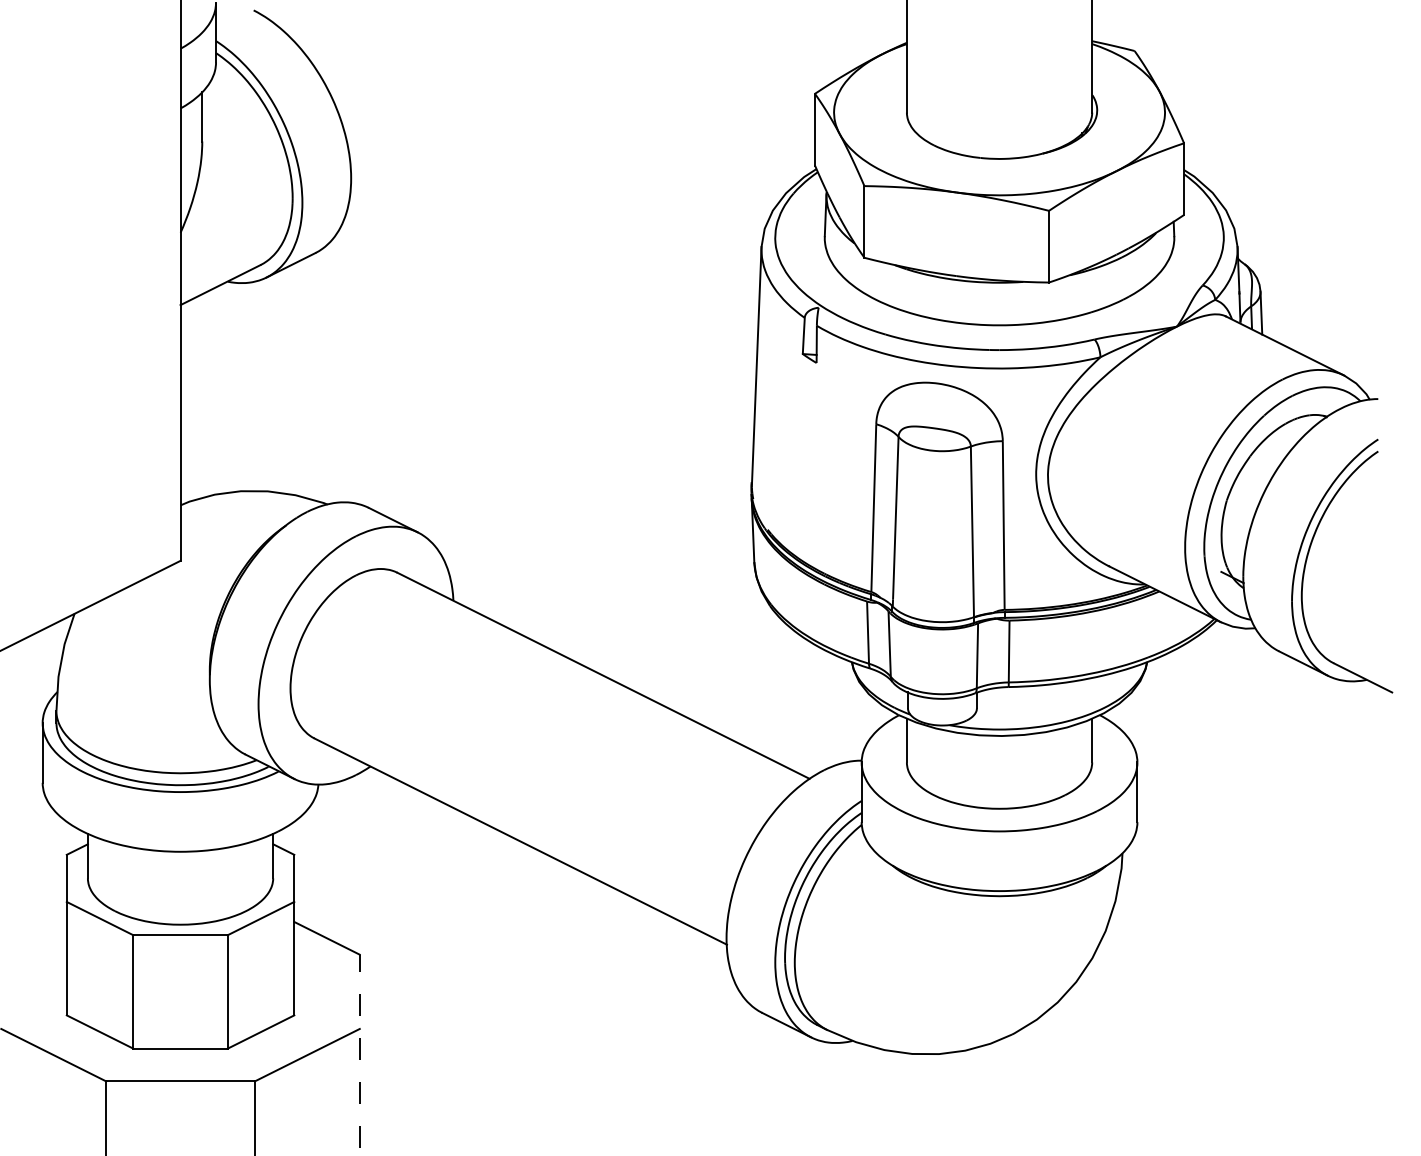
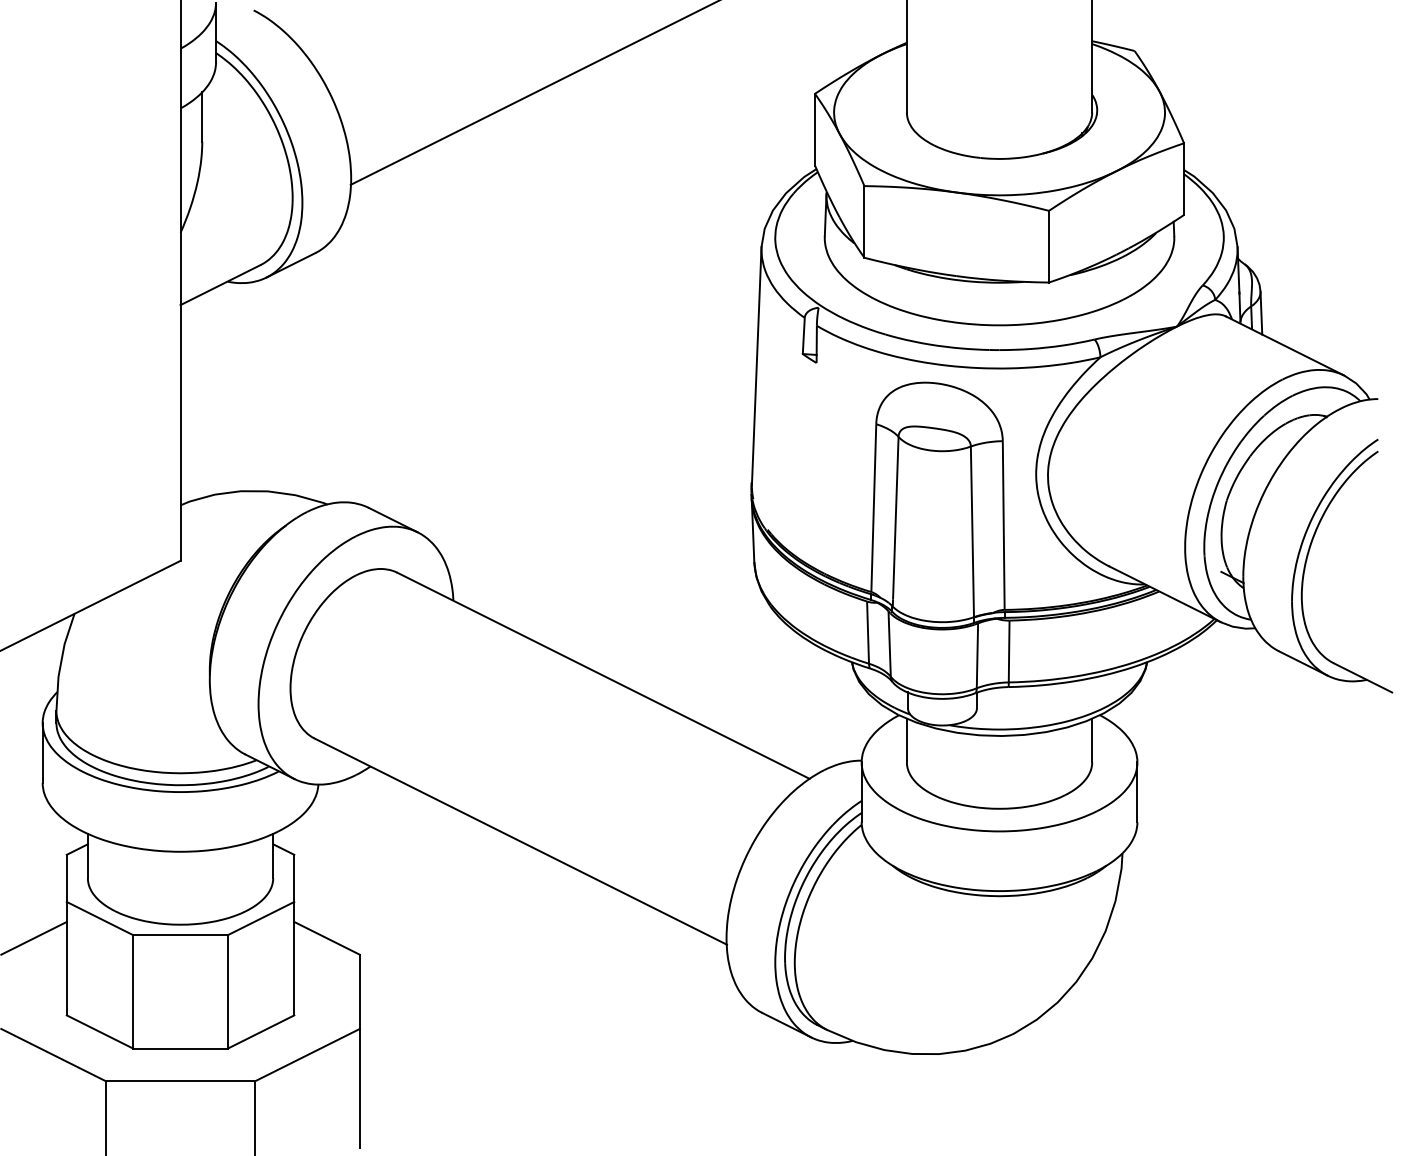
line at (532, 93): none -> present
line at (34, 937): none -> present
line at (359, 1051): dashed -> solid
